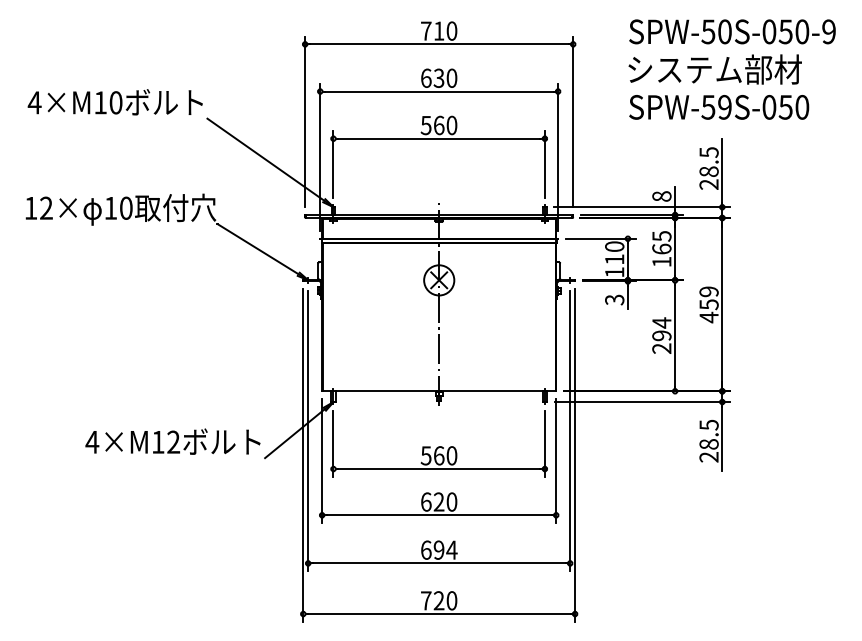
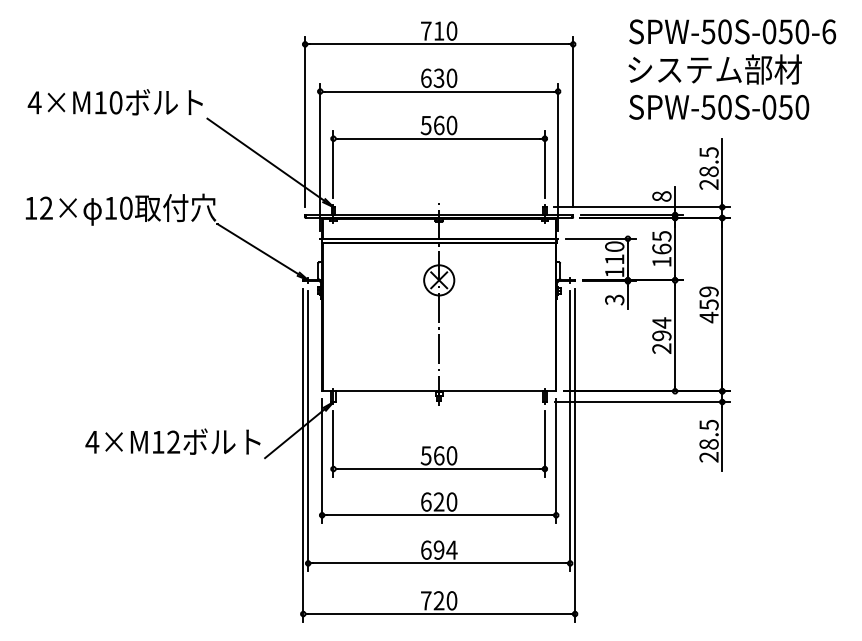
text at (829, 31): SPW-50S-050-9 -> SPW-50S-050-6
text at (724, 107): SPW-59S-050 -> SPW-50S-050
